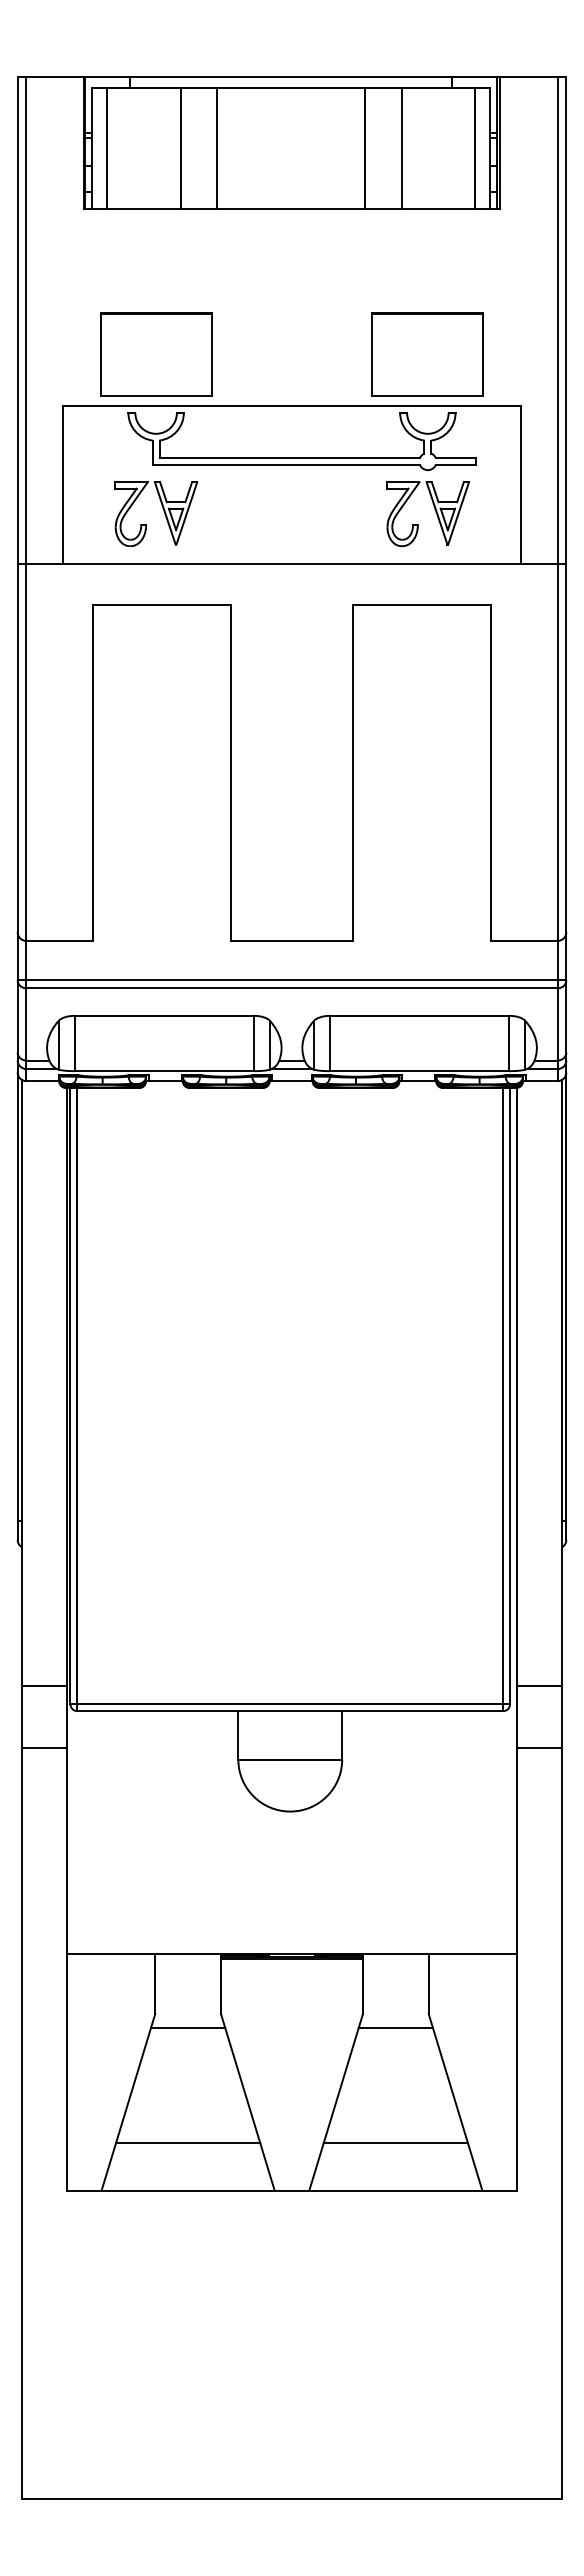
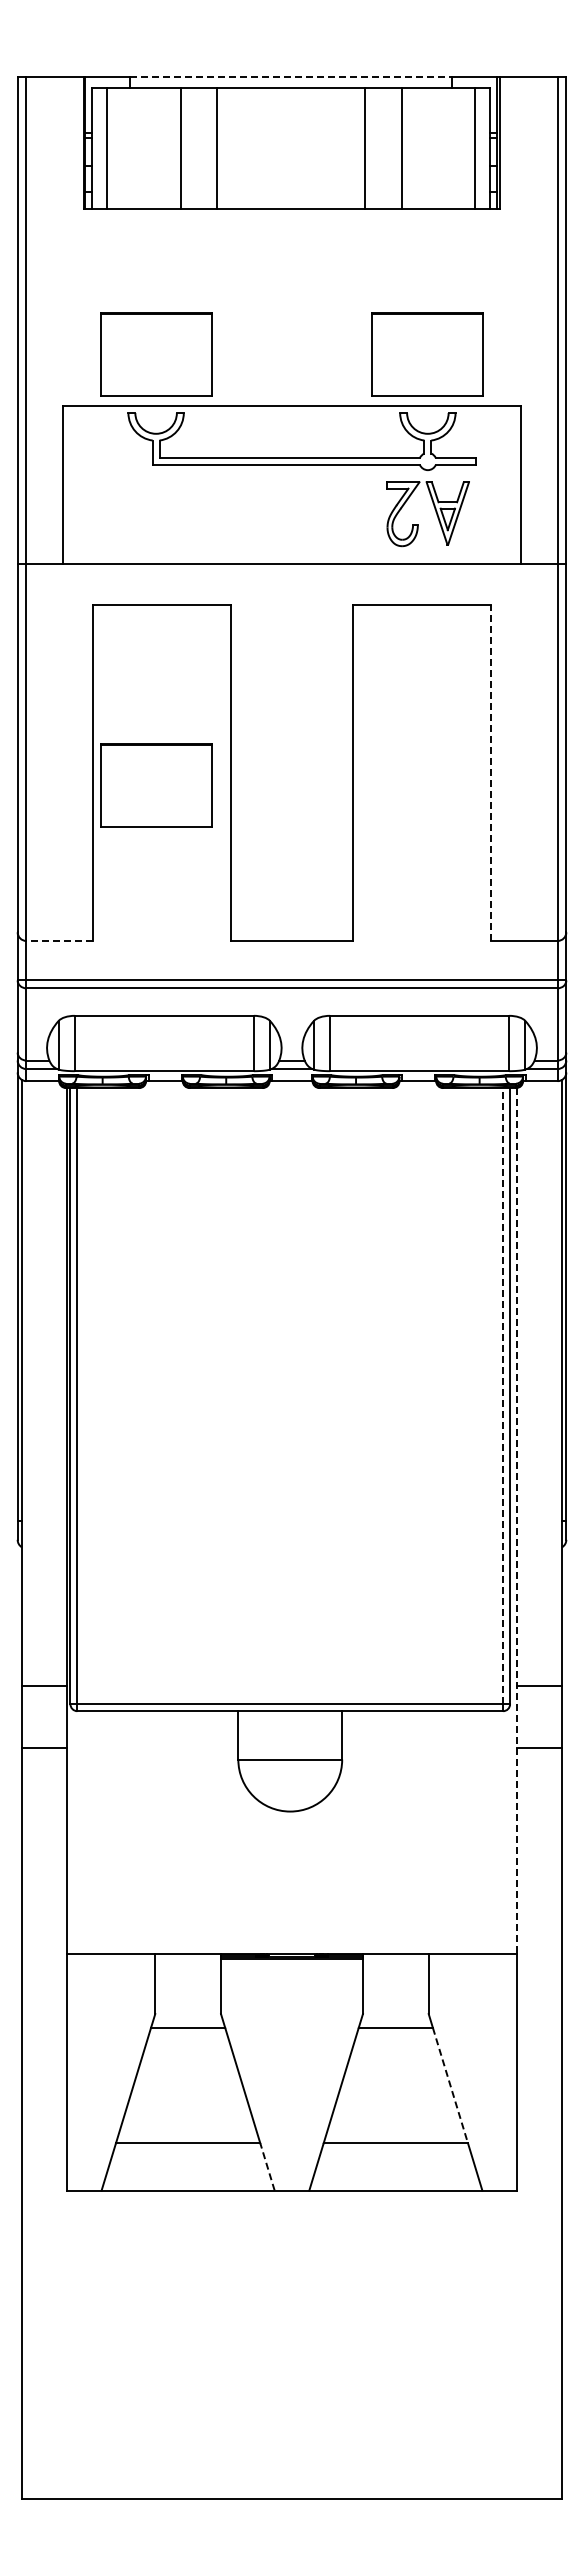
line at (291, 77): solid -> dashed
part at (163, 511): present -> none
line at (491, 773): solid -> dashed
part at (156, 785): none -> present
line at (59, 940): solid -> dashed
line at (503, 1395): solid -> dashed
line at (517, 1520): solid -> dashed
line at (450, 2086): solid -> dashed
line at (267, 2166): solid -> dashed
